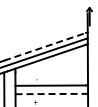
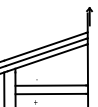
line at (45, 46): dashed -> solid
line at (51, 94): dashed -> solid
